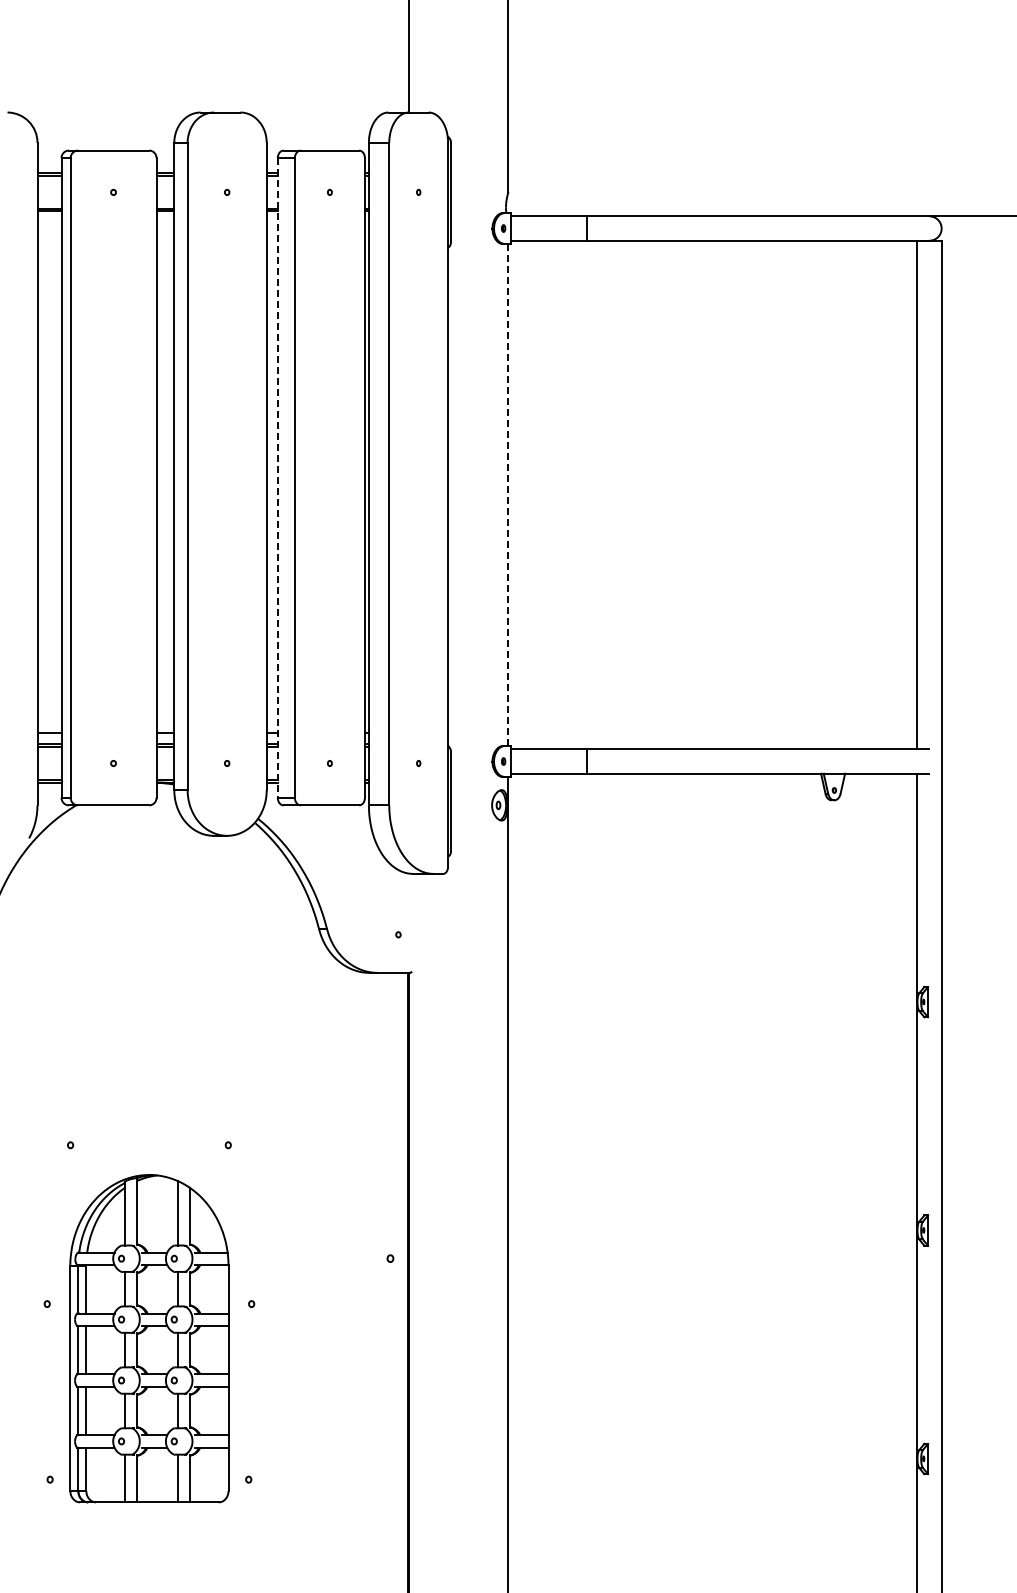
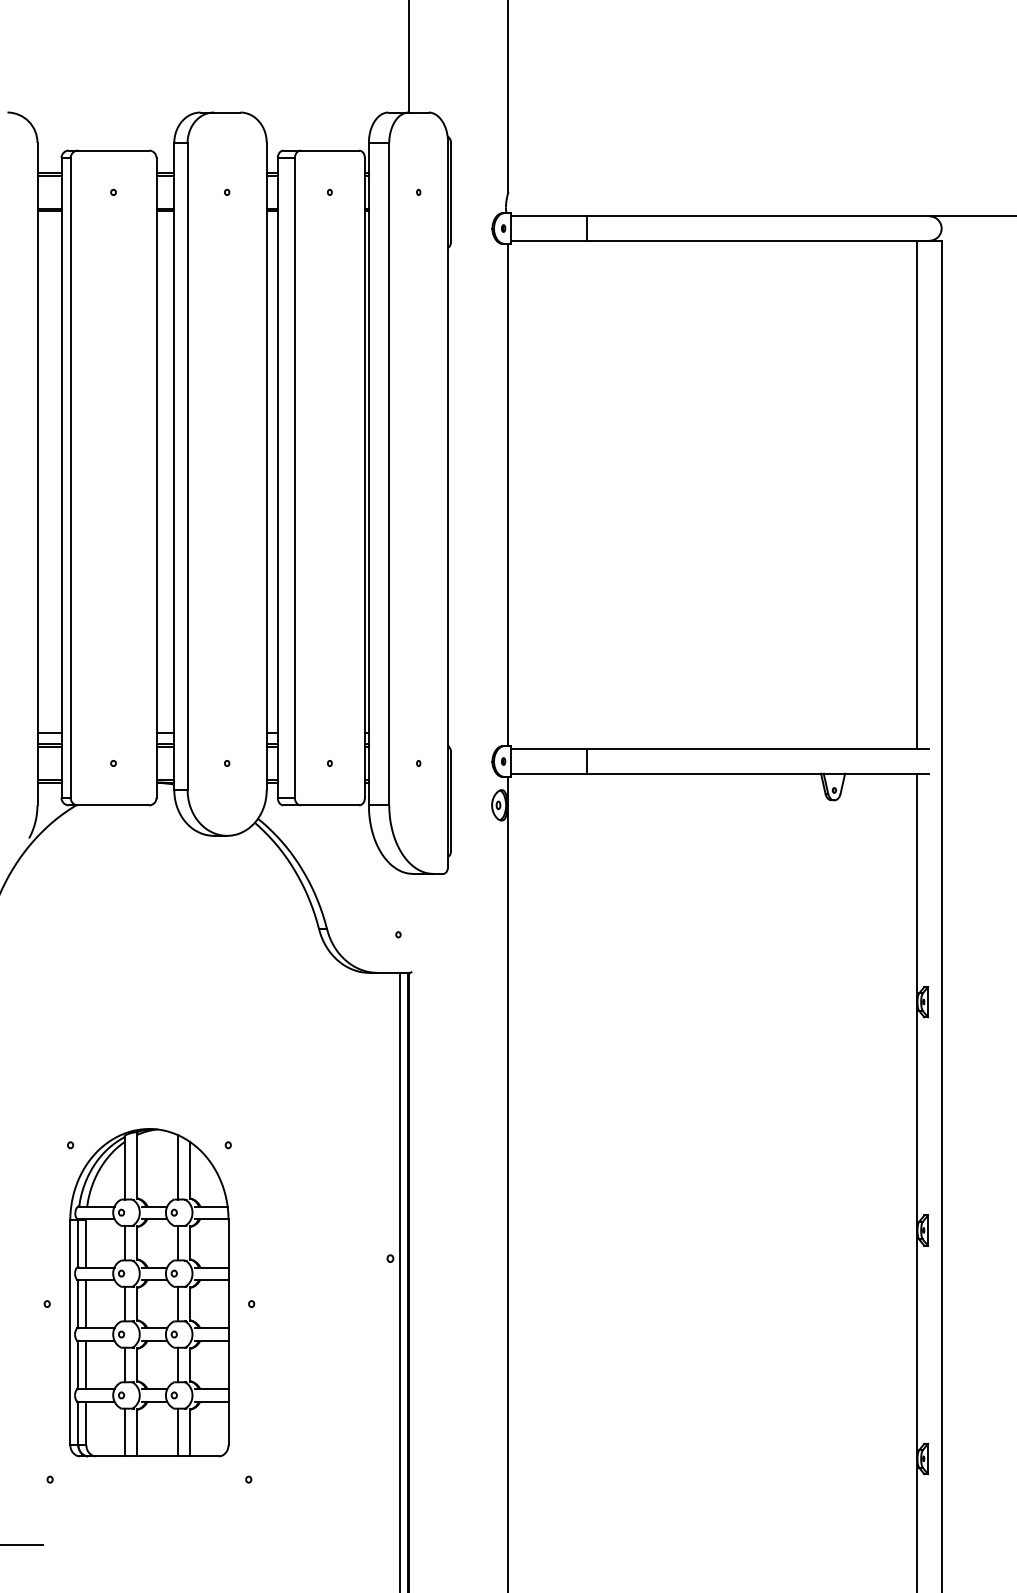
line at (277, 477): dashed -> solid
line at (508, 494): dashed -> solid
line at (400, 1280): none -> present
part at (149, 1338) position: (149, 1338) -> (149, 1292)
line at (22, 1545): none -> present
